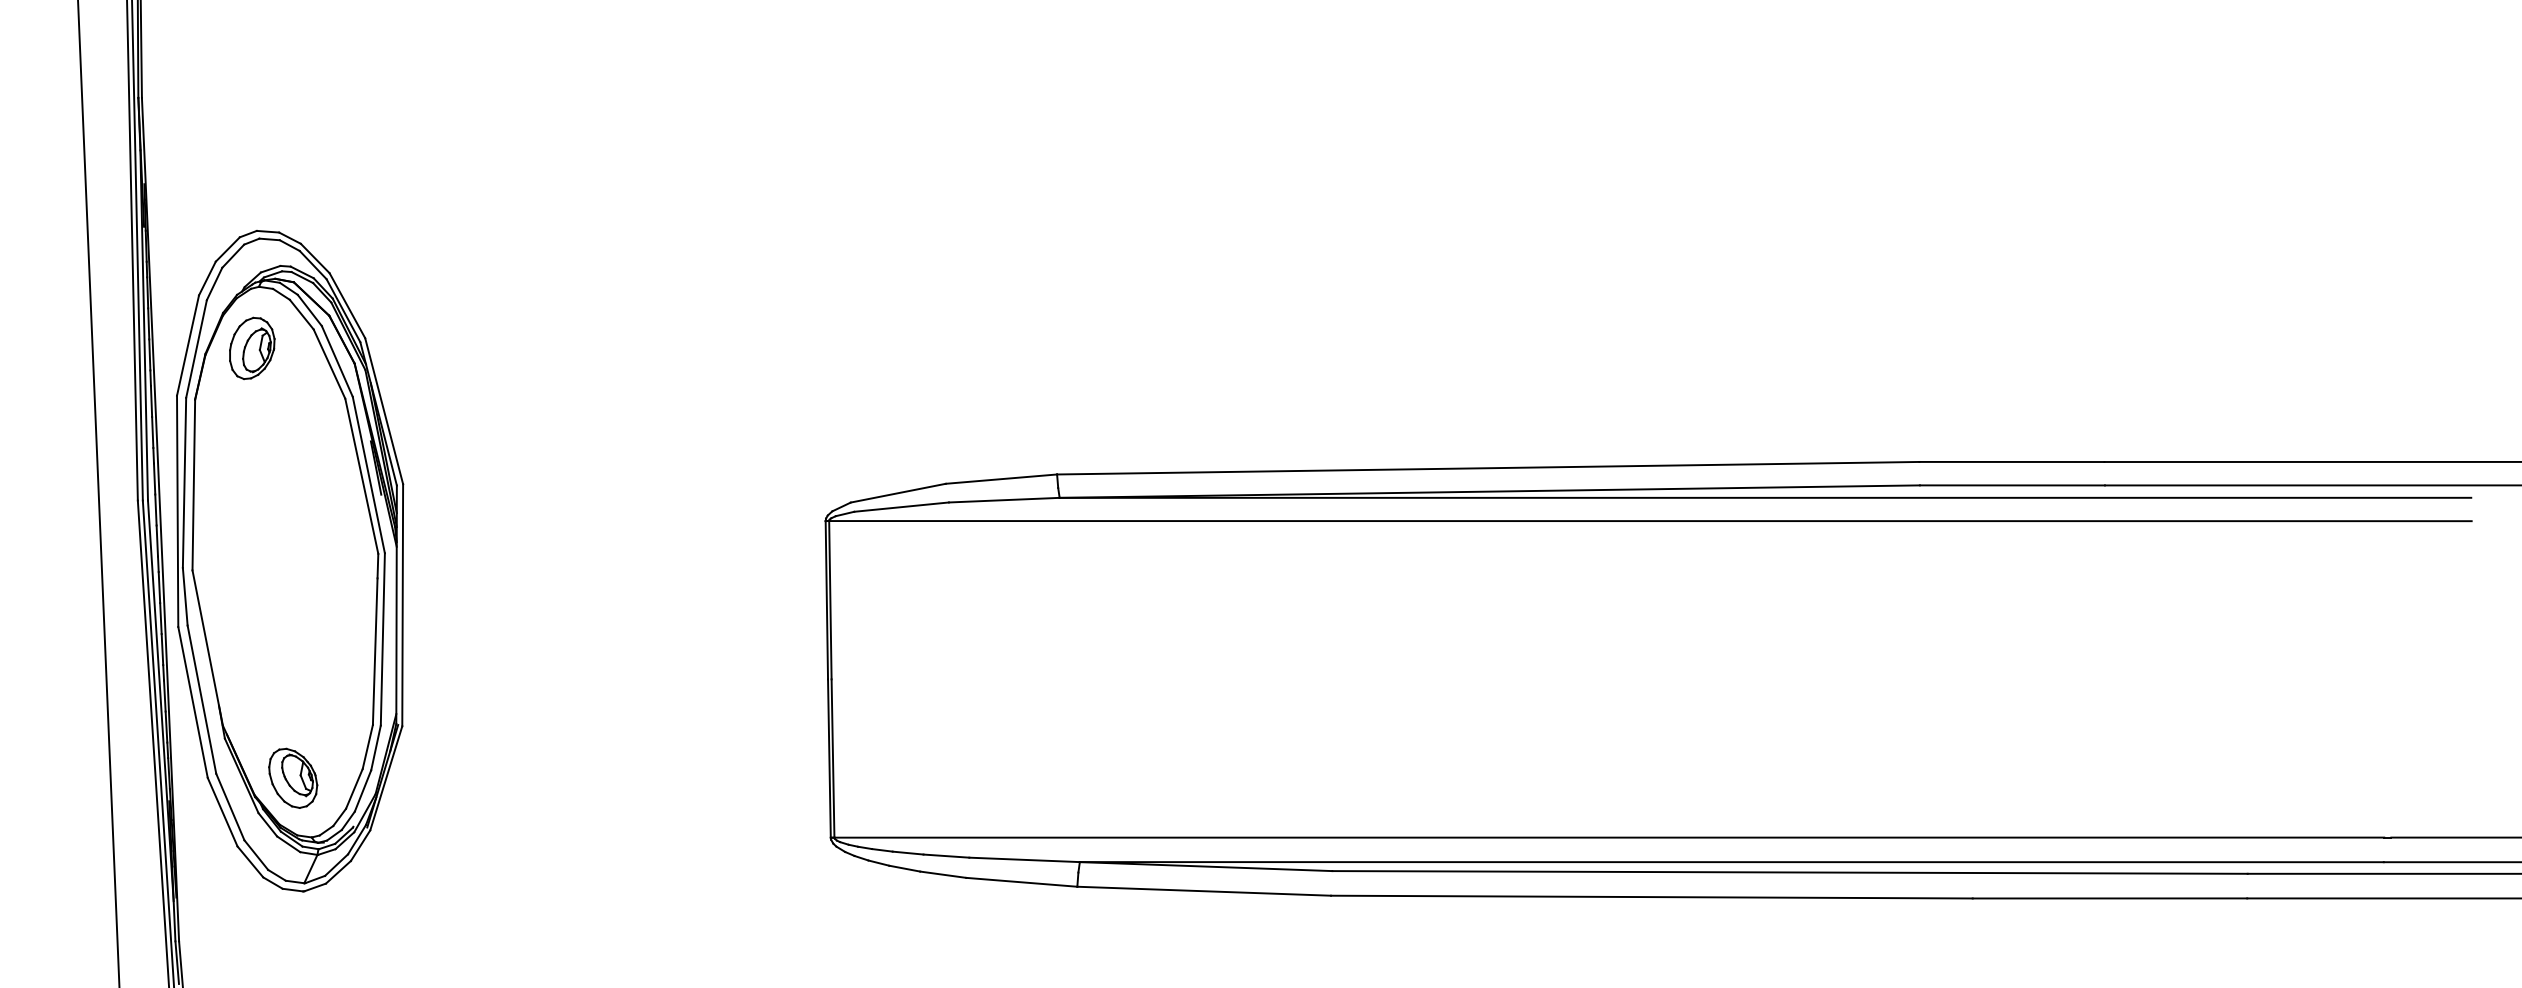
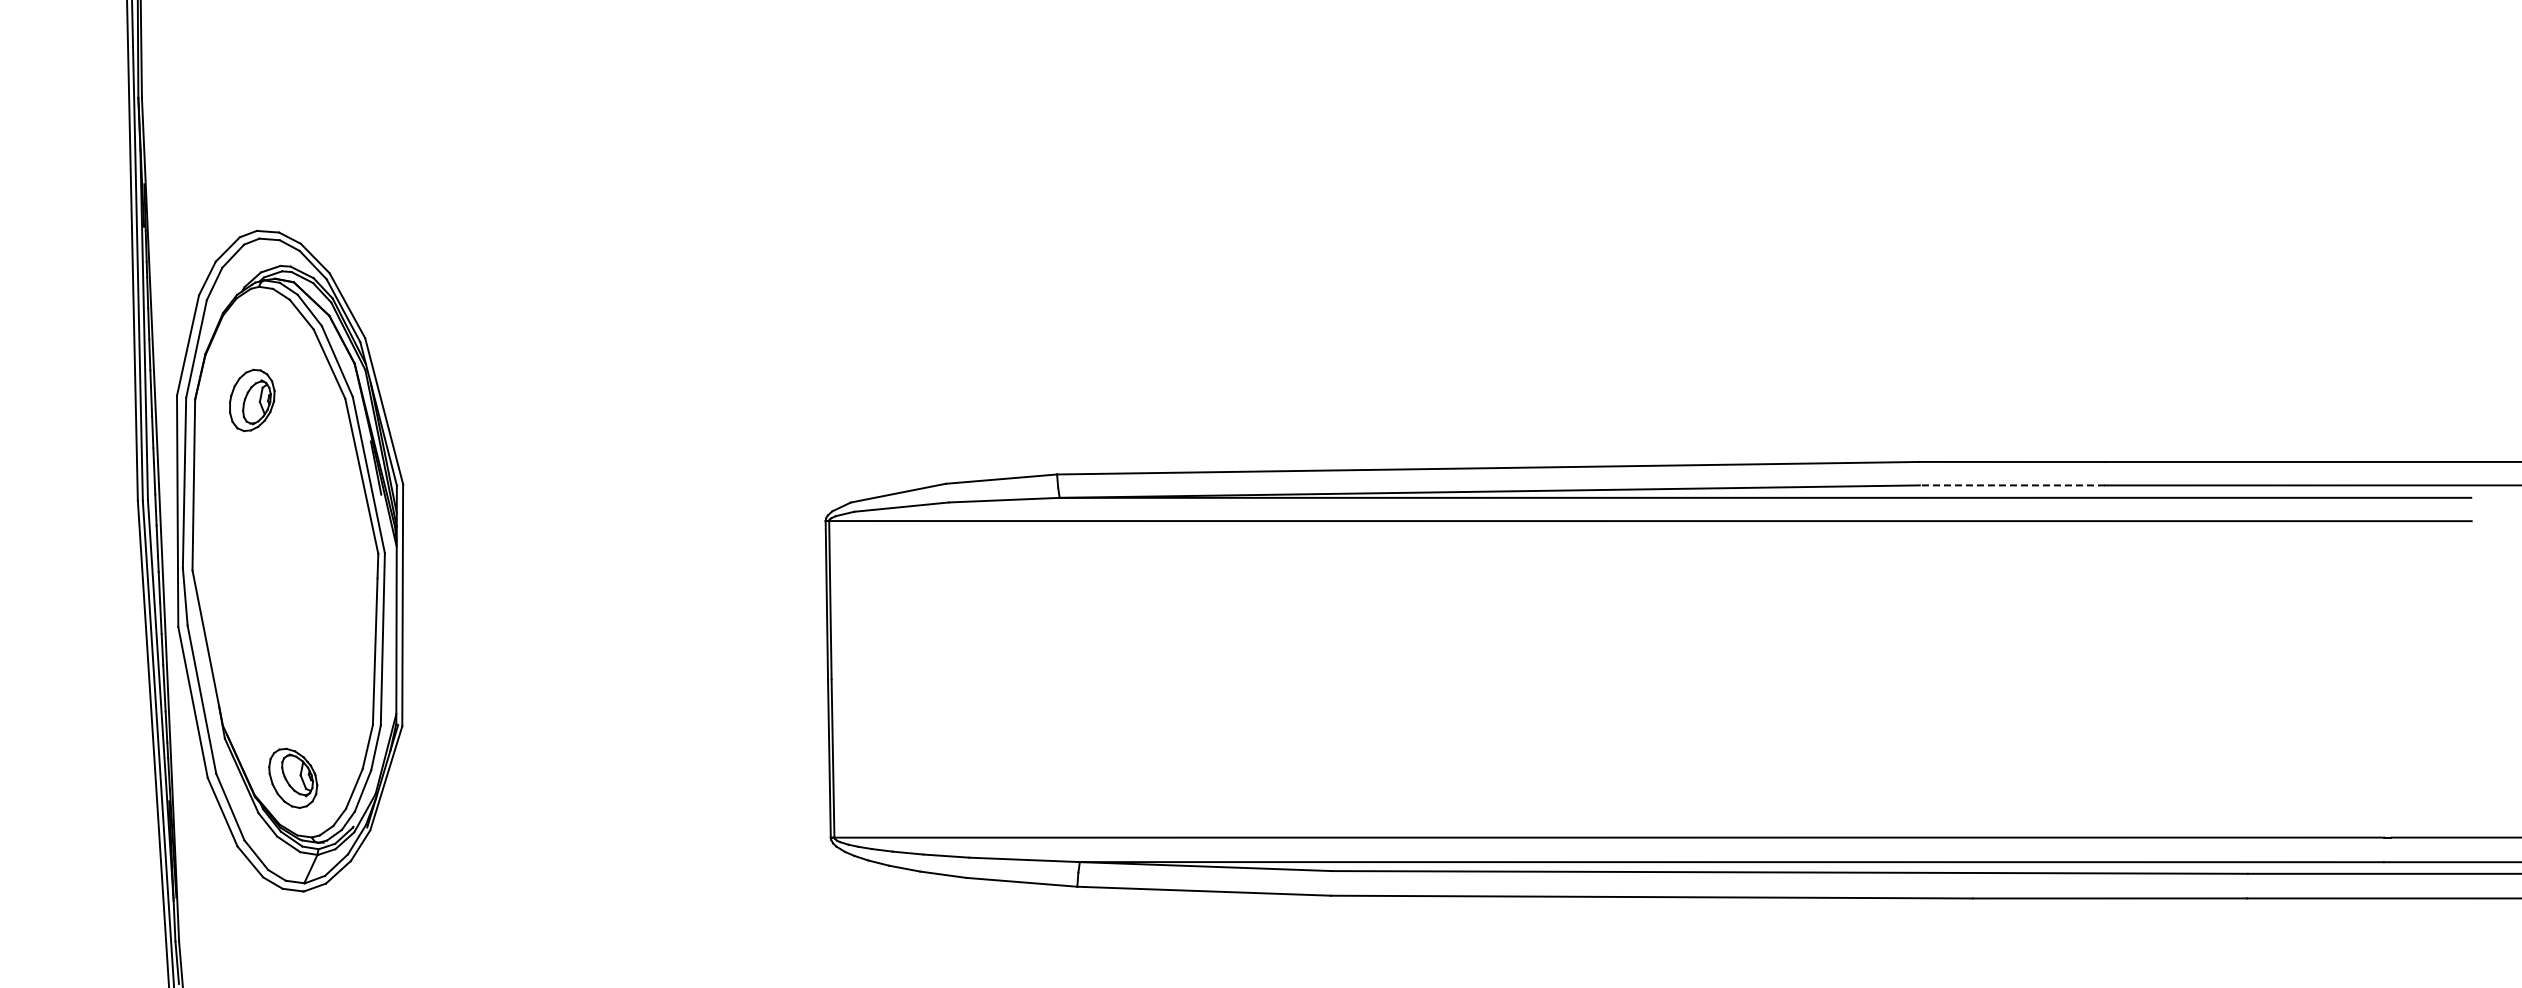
part at (252, 348) position: (252, 348) -> (252, 400)
line at (2012, 485): solid -> dashed
line at (98, 493): present -> none
